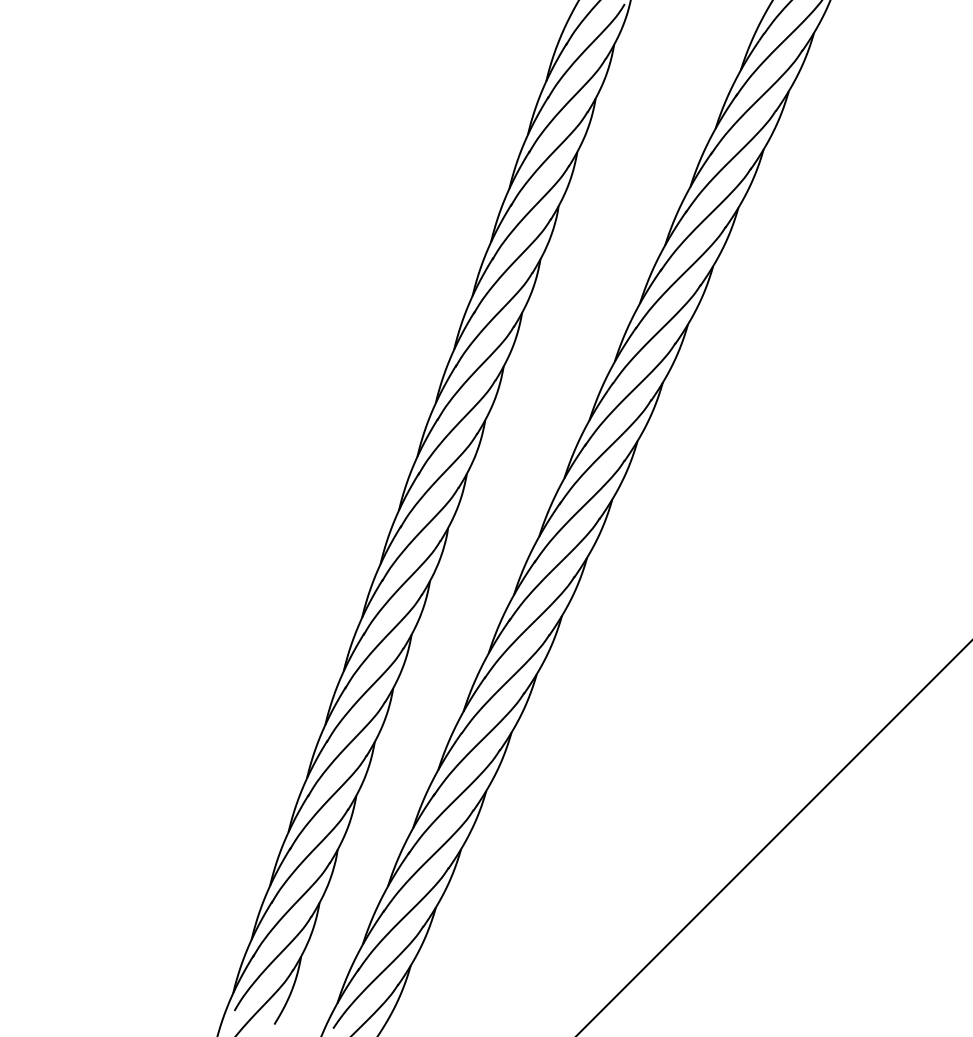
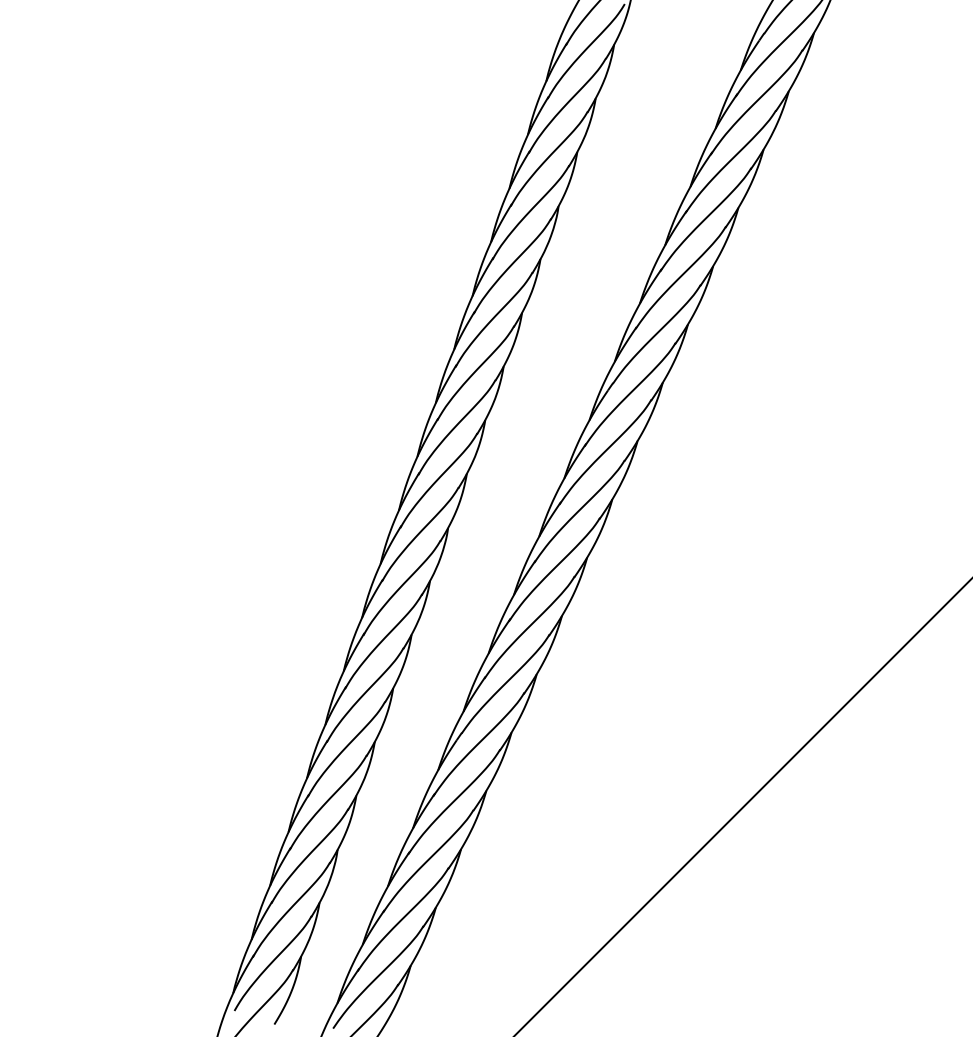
line at (773, 837) position: (773, 837) -> (742, 806)
